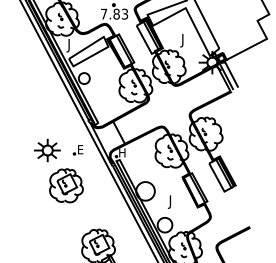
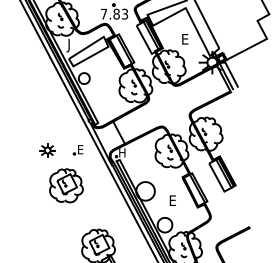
text at (184, 40): J -> E
part at (47, 150) size: 27x25 px -> 17x15 px
text at (171, 201): J -> E
